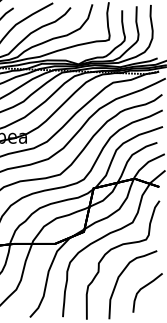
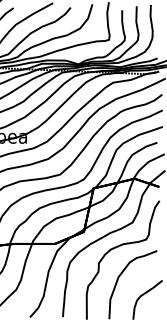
curve at (145, 287) position: (145, 287) -> (145, 294)
